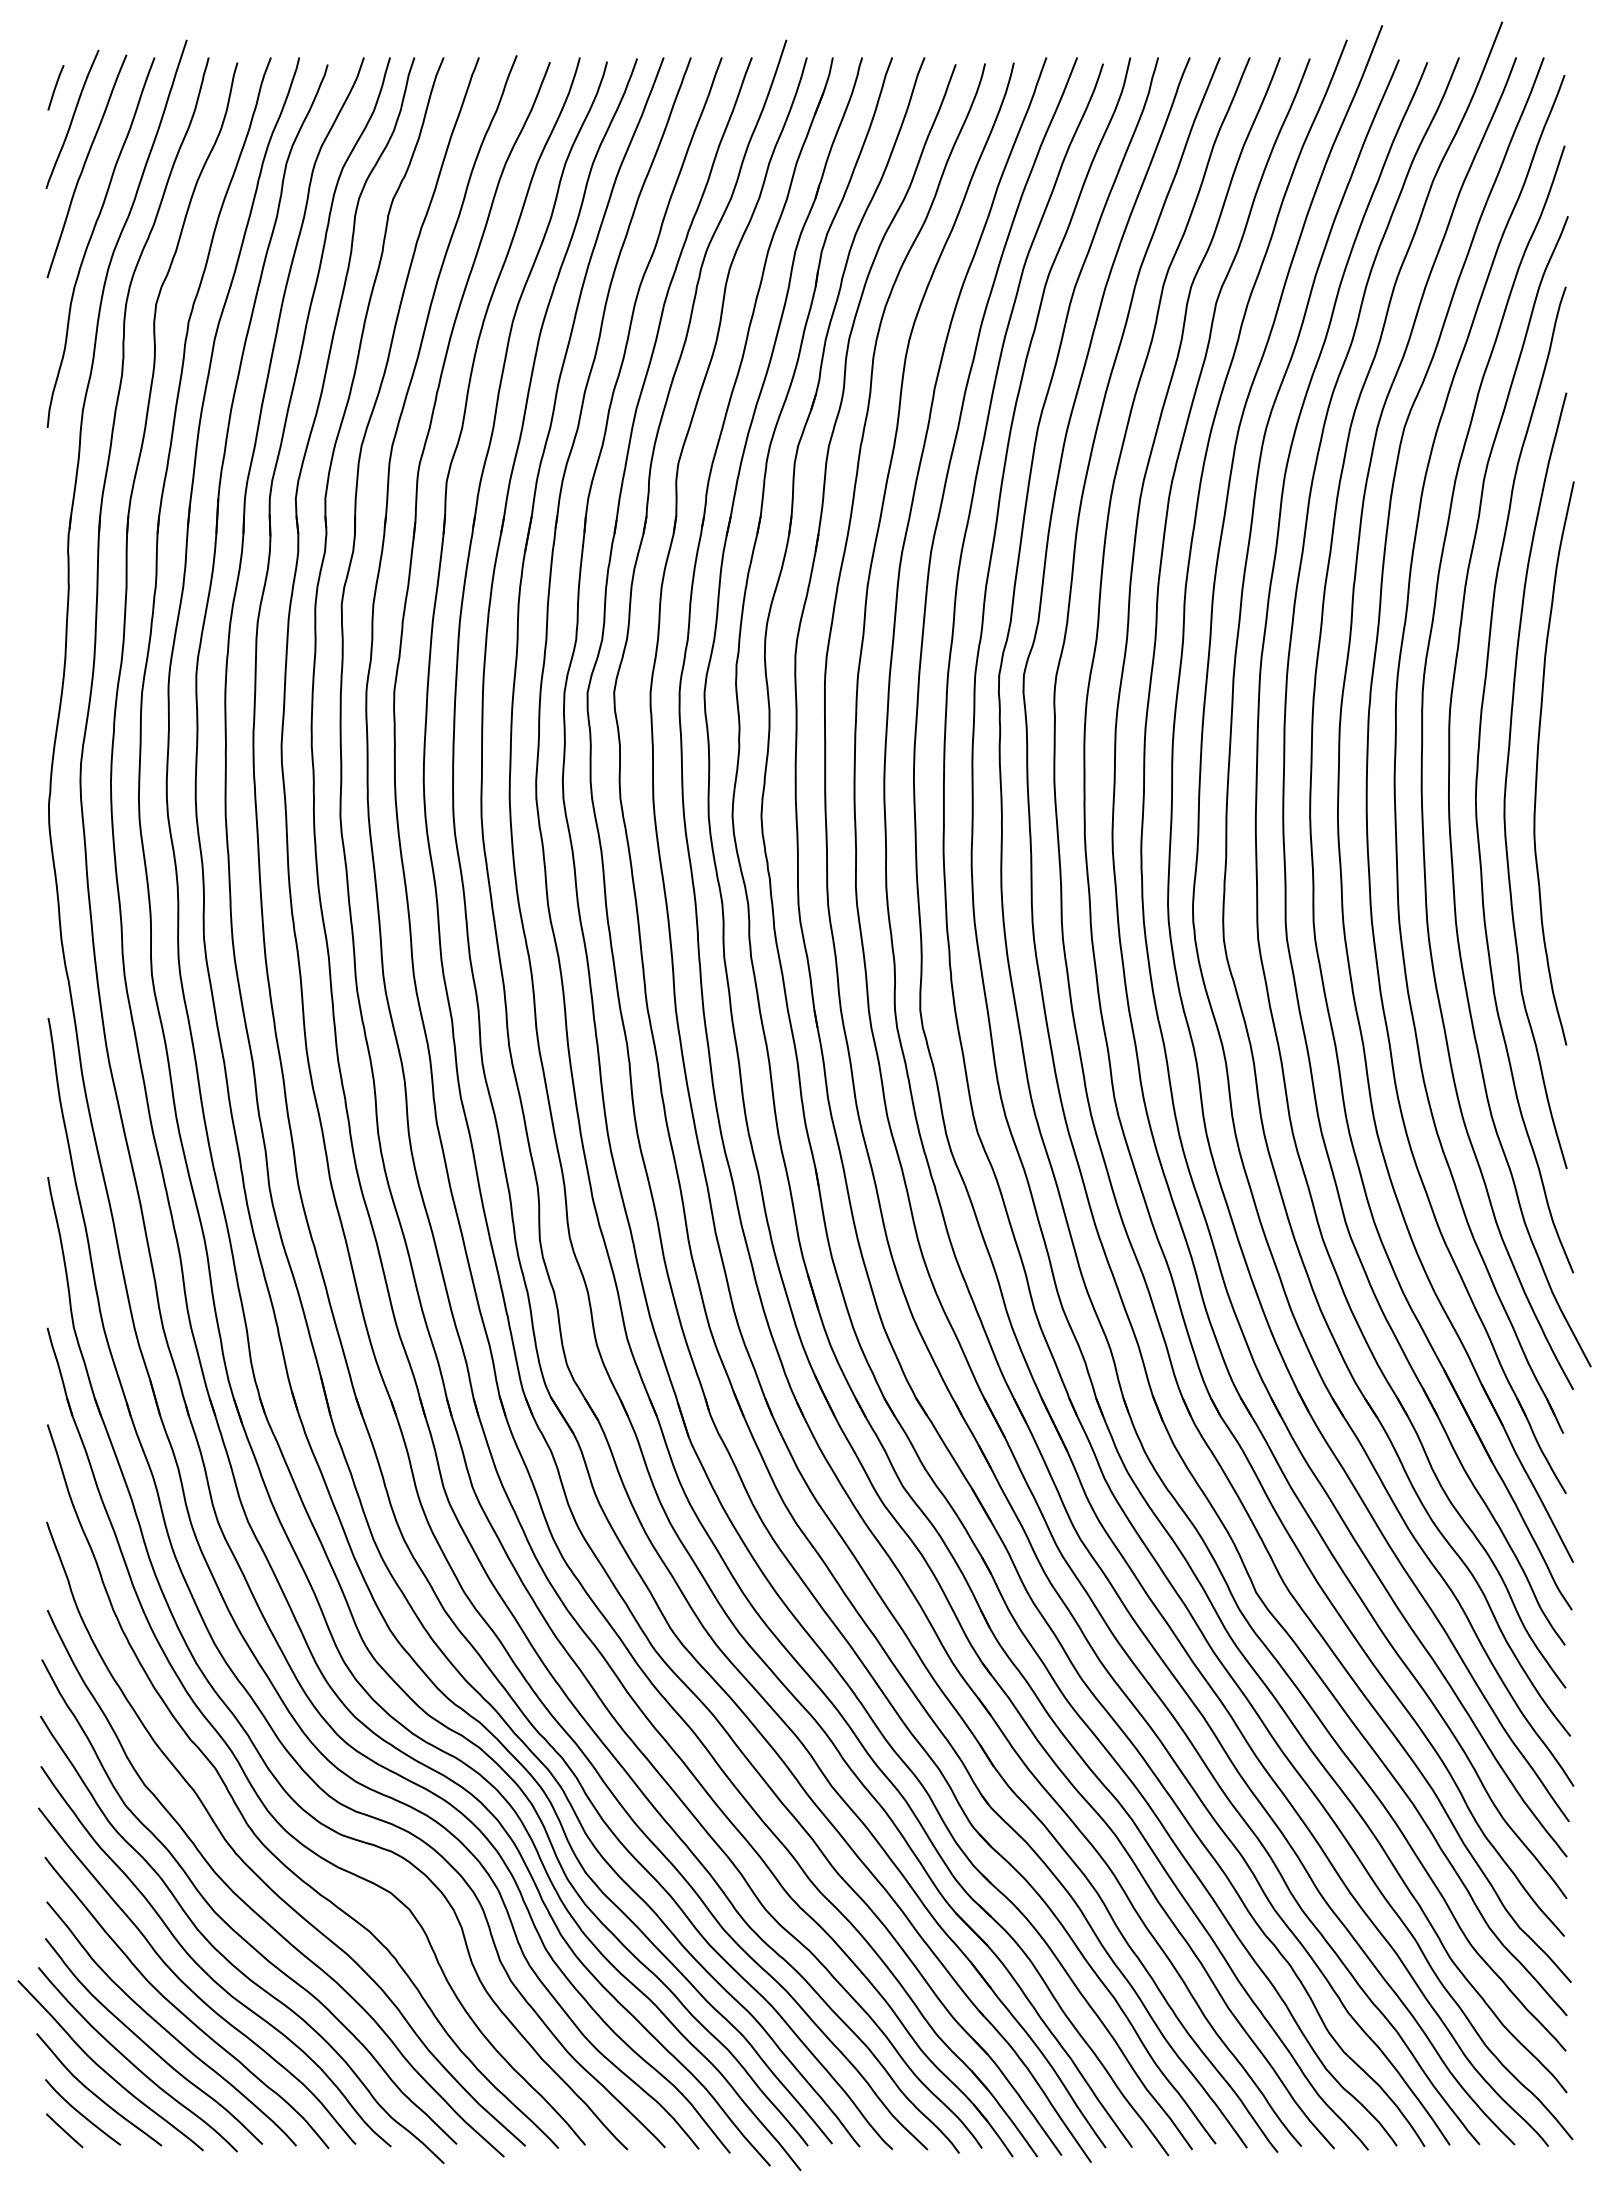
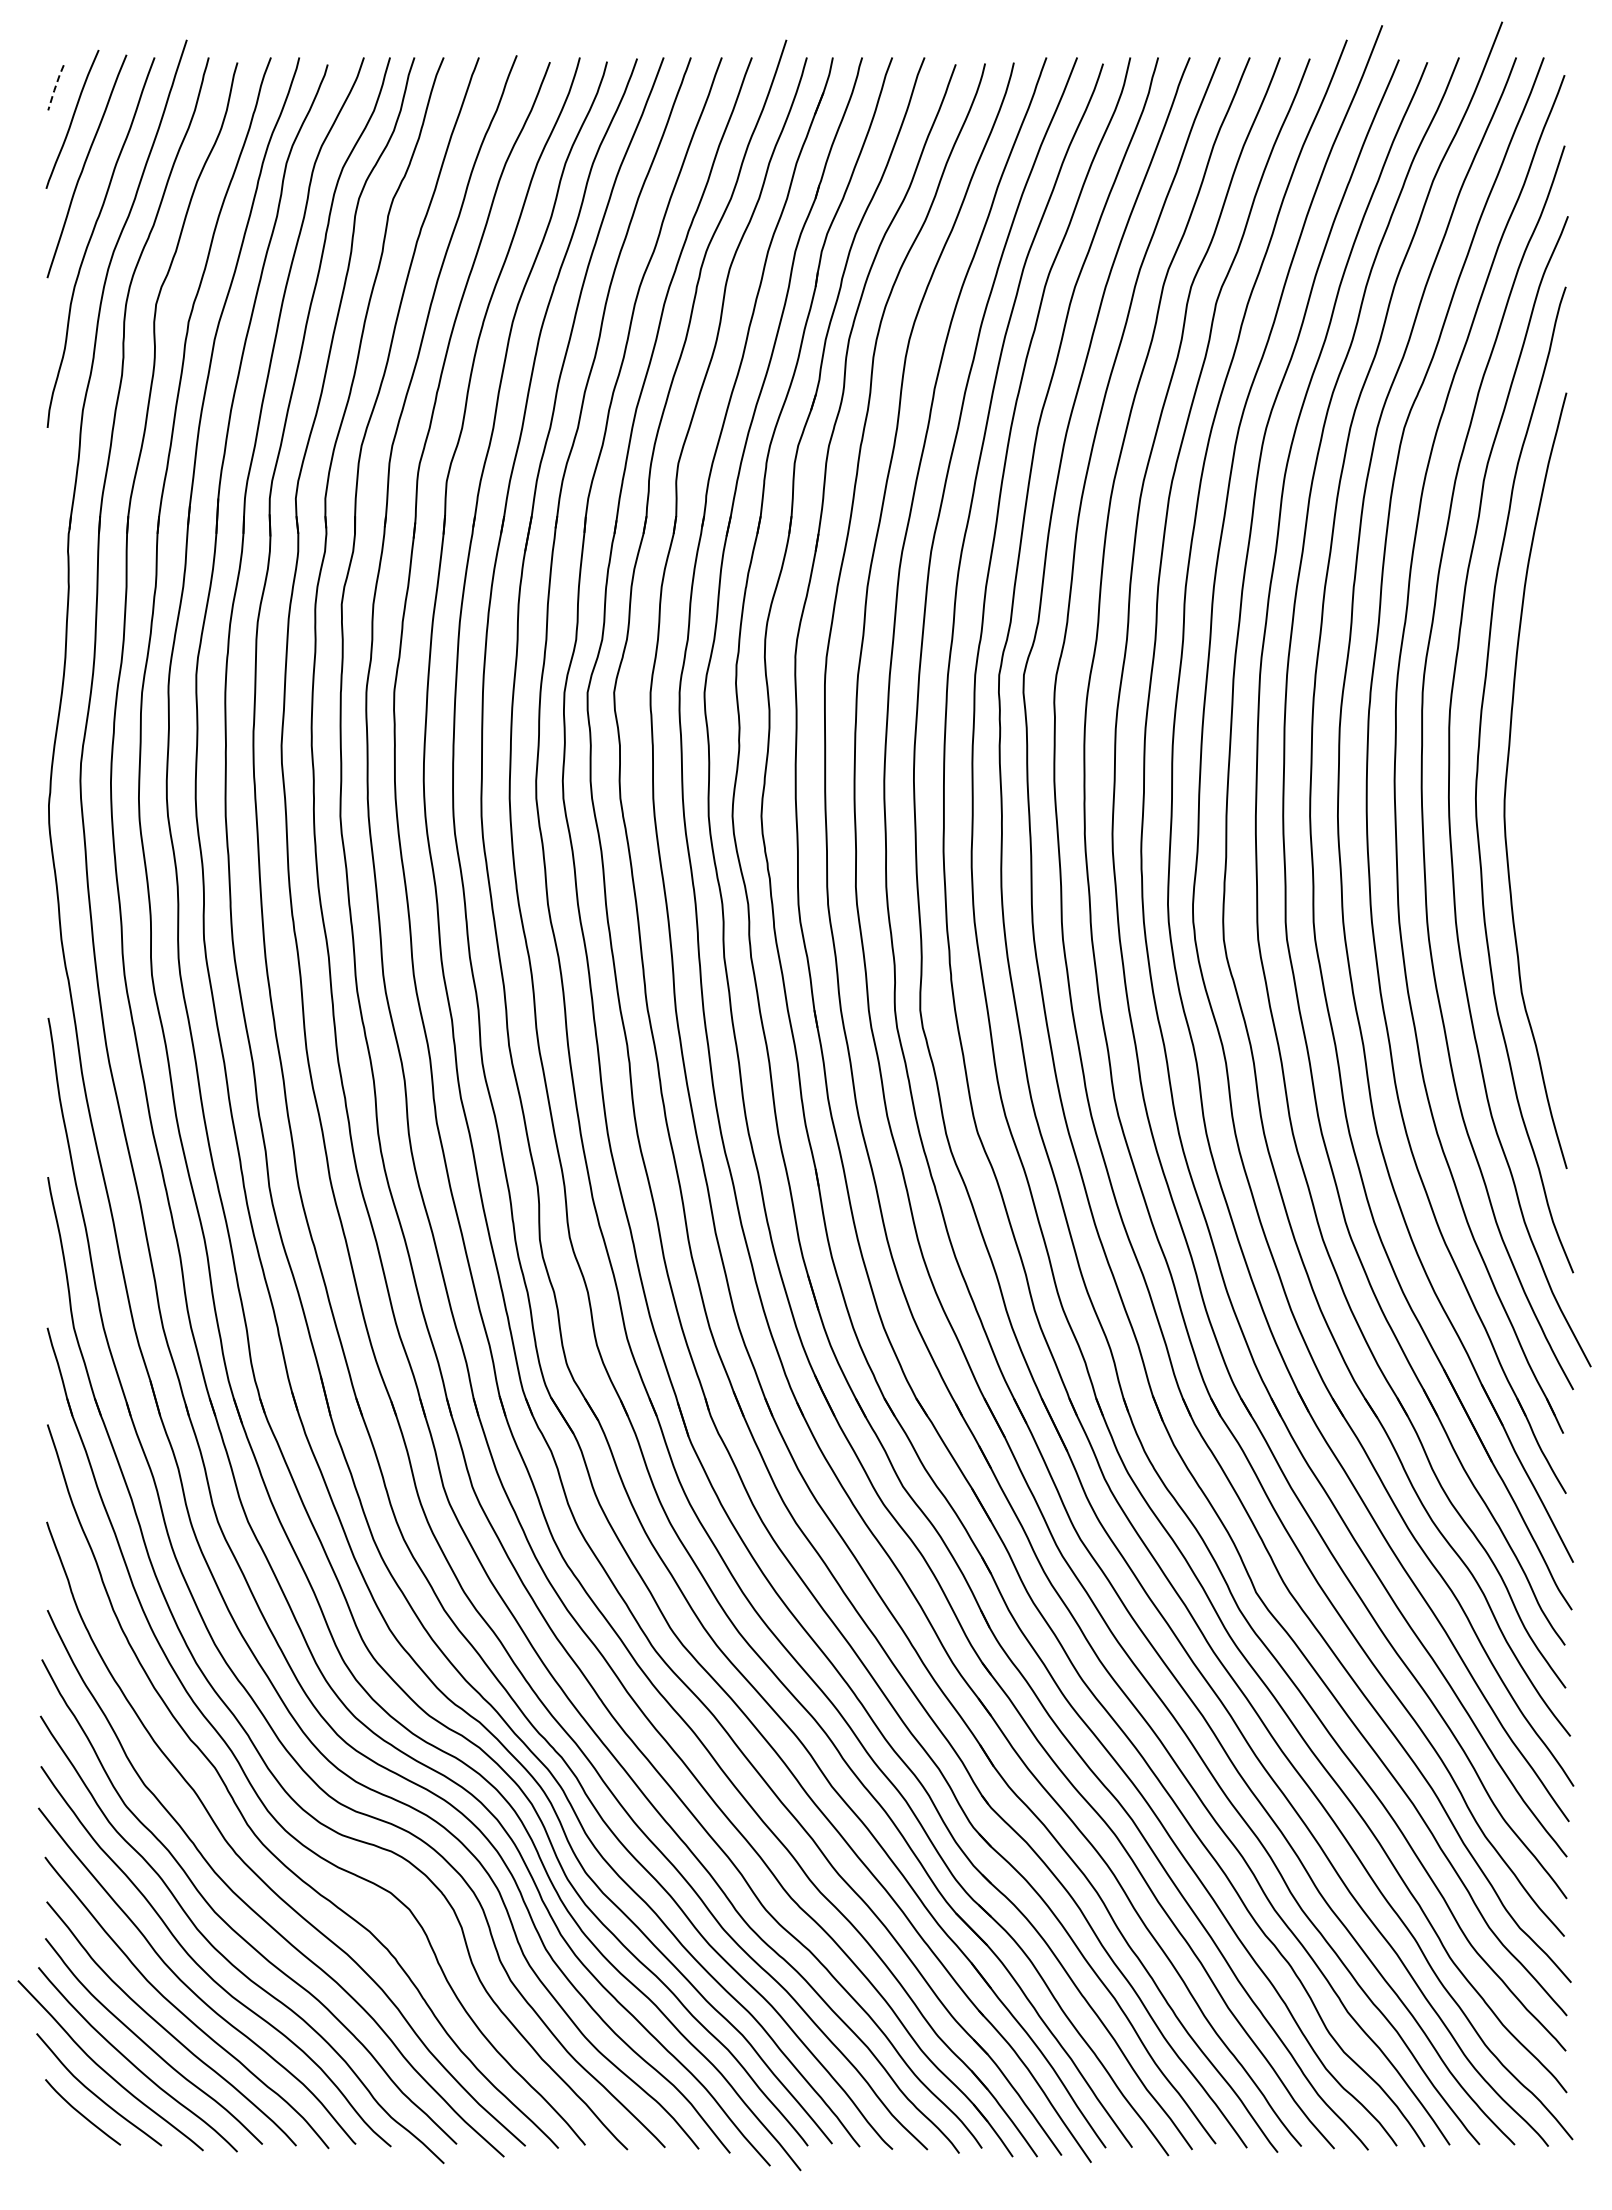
line at (55, 88): solid -> dashed
curve at (1538, 762): present -> none
line at (64, 2130): present -> none
